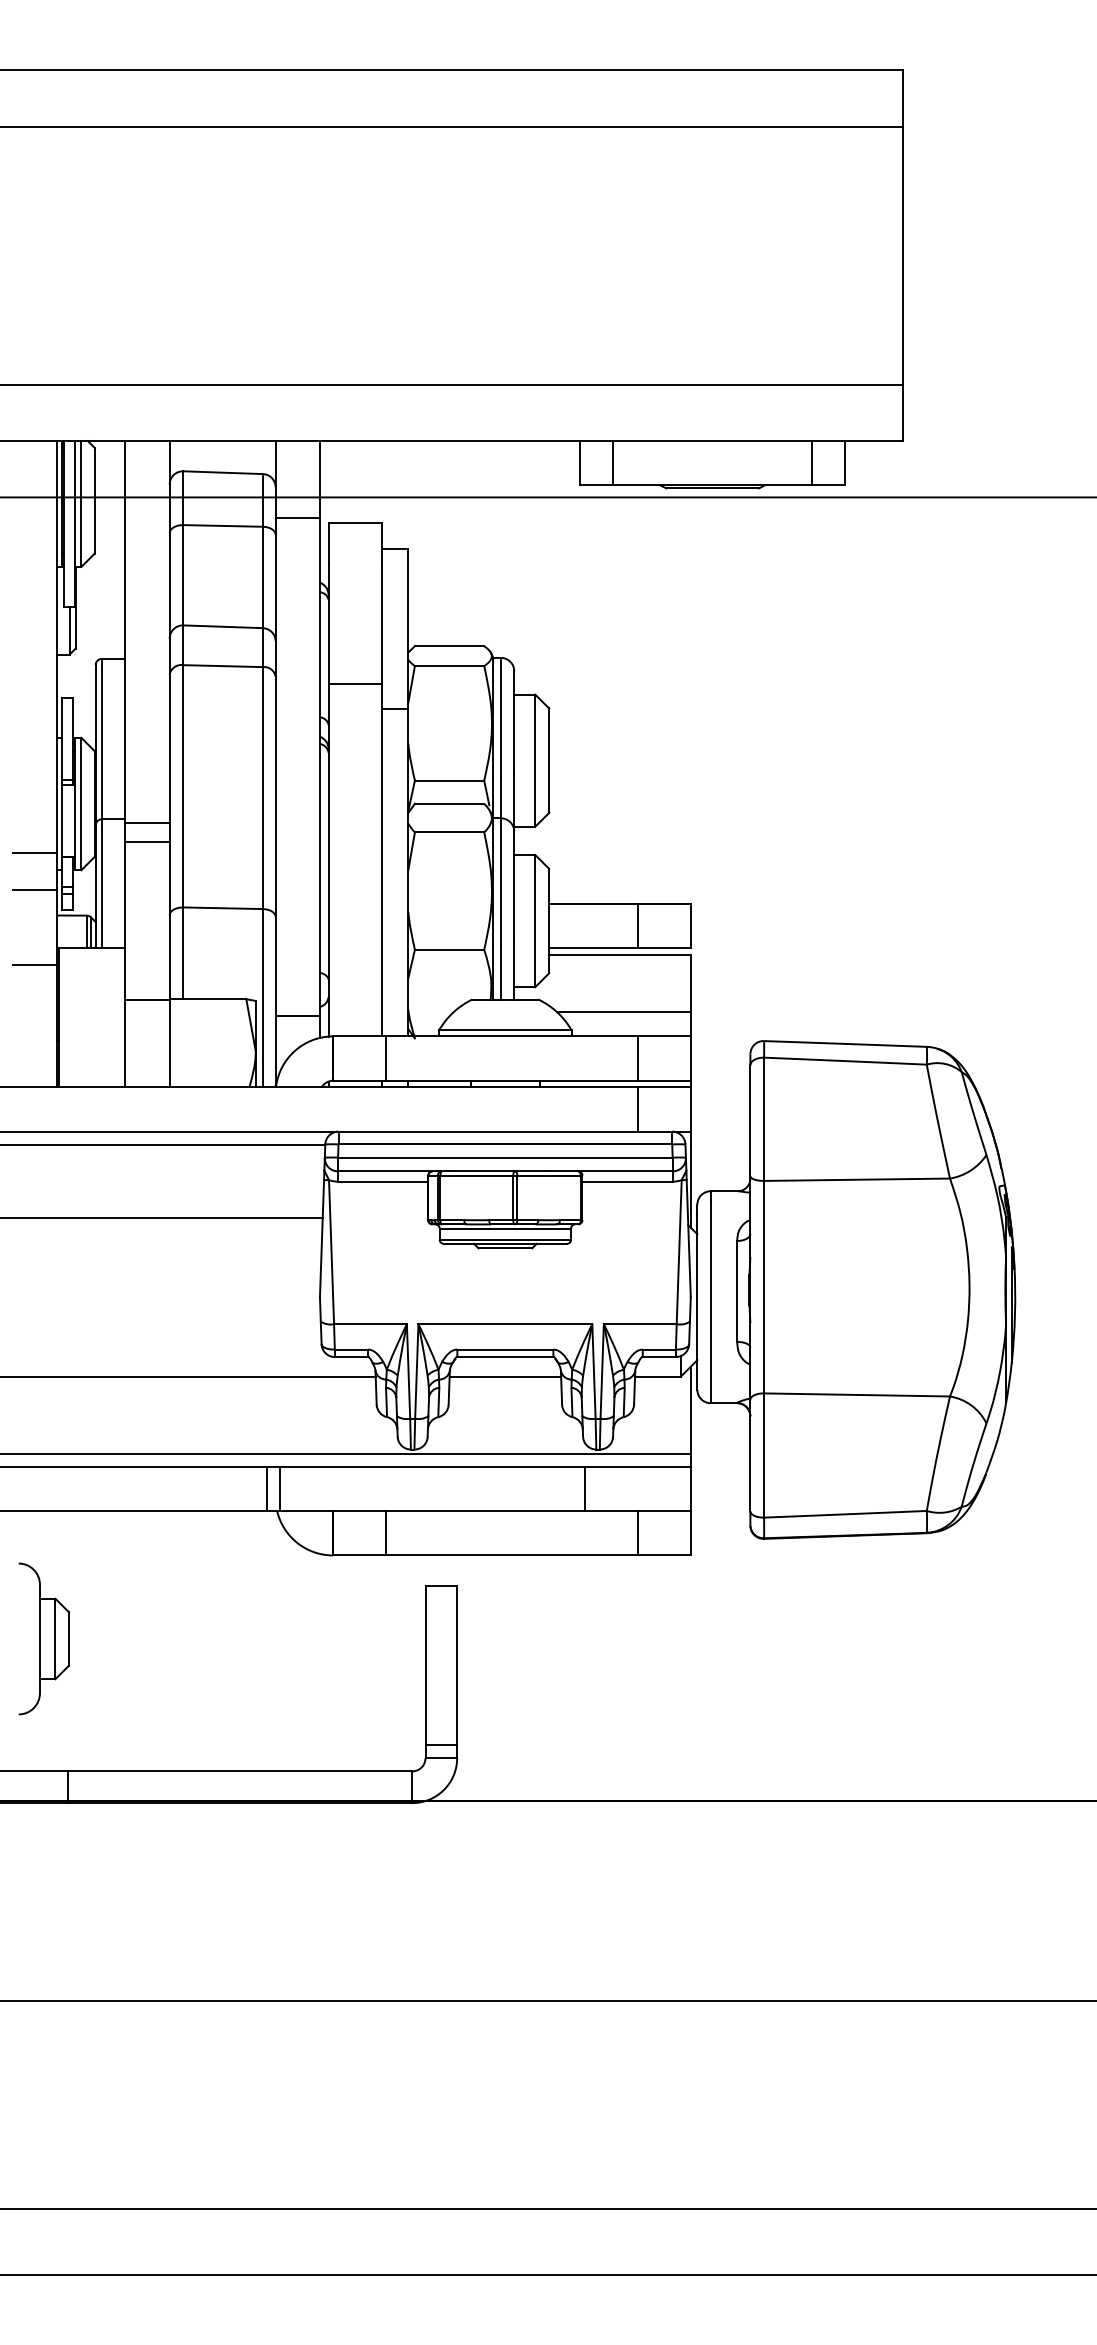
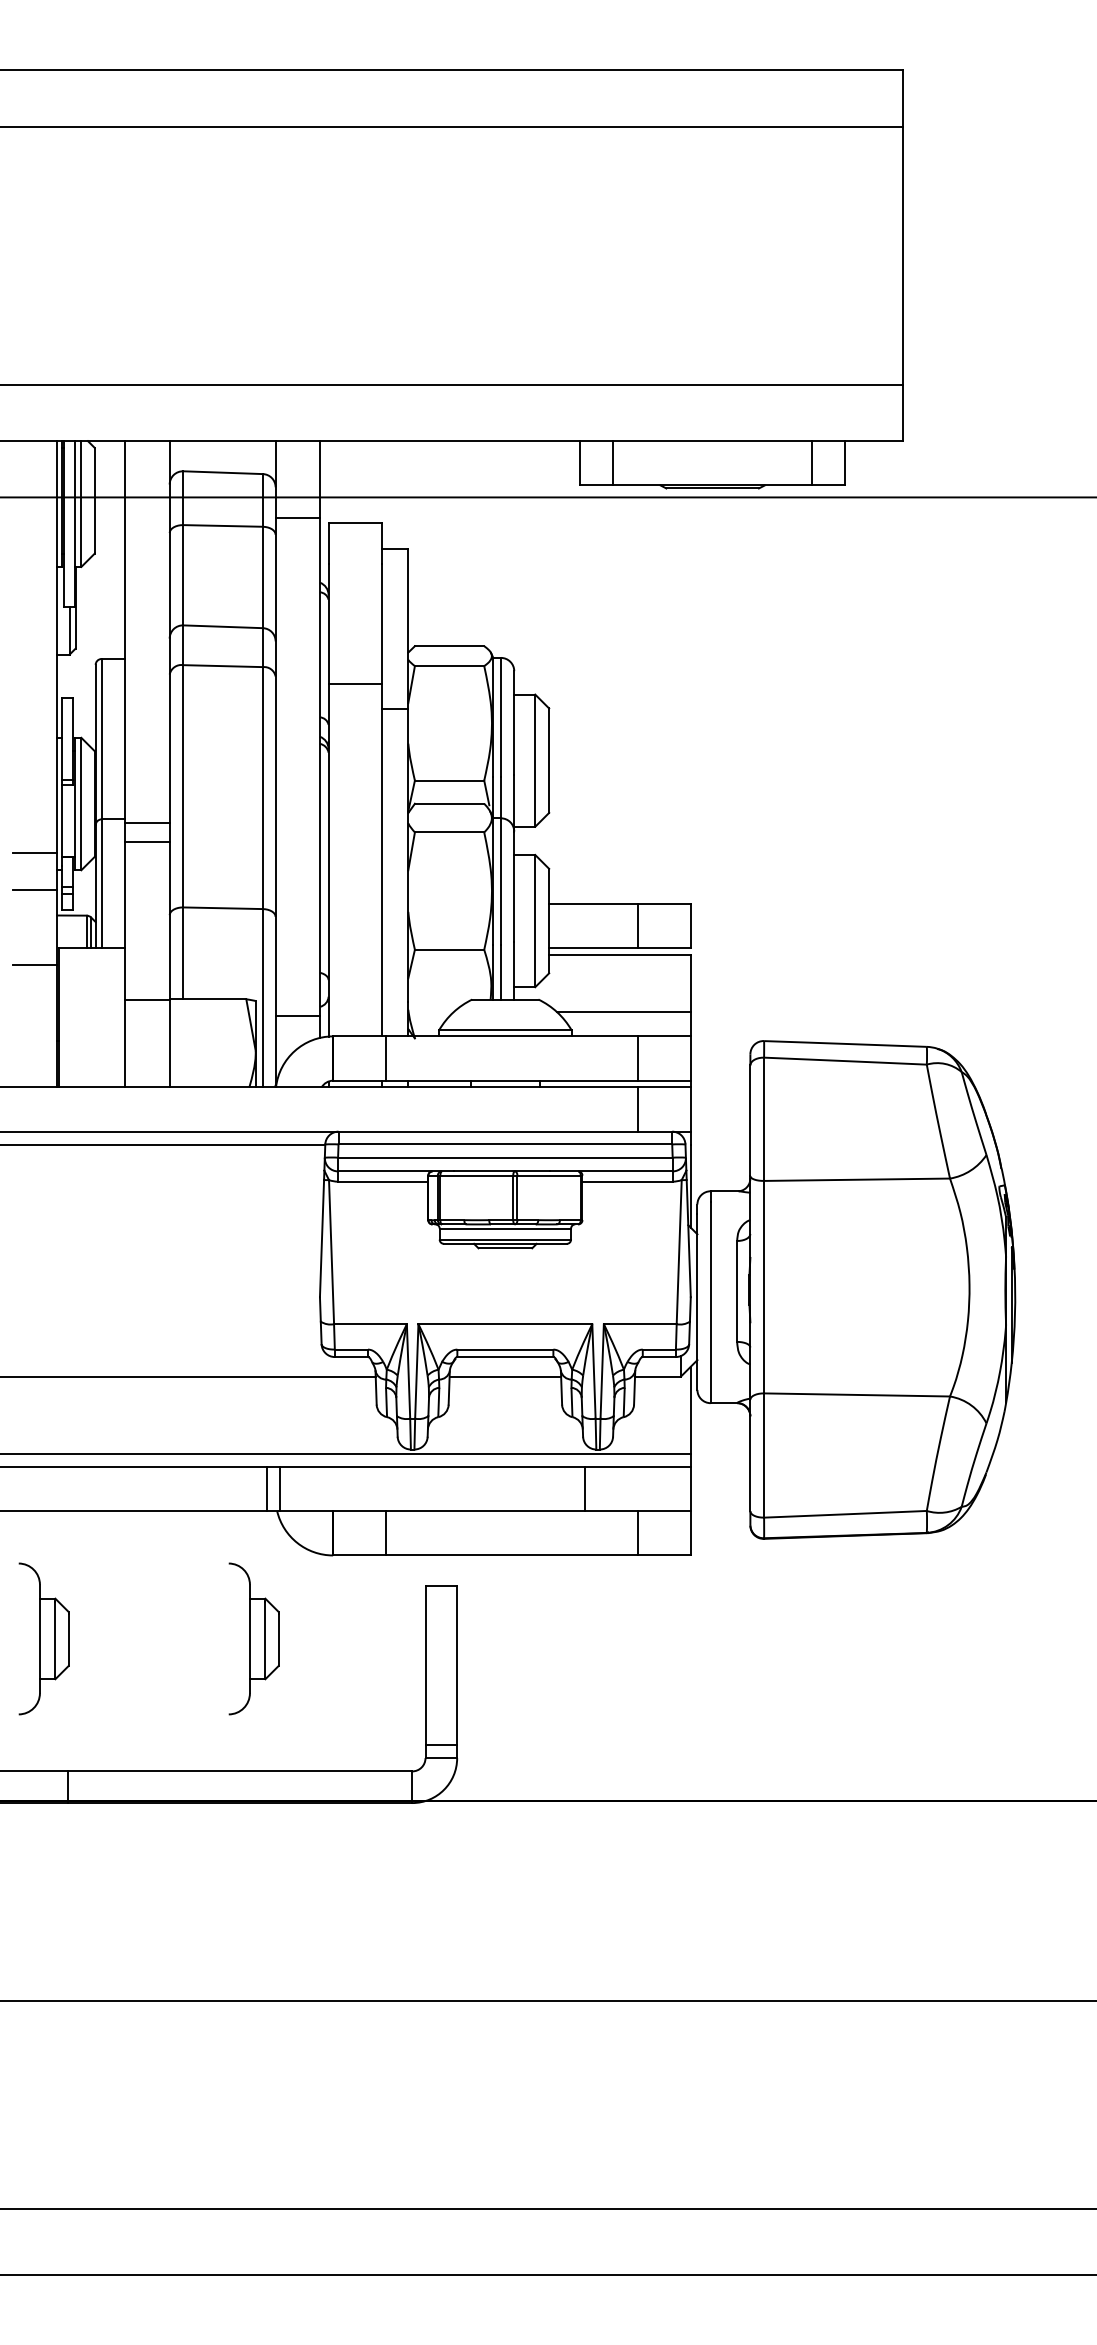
line at (162, 1217): present -> none
part at (253, 1638): none -> present
